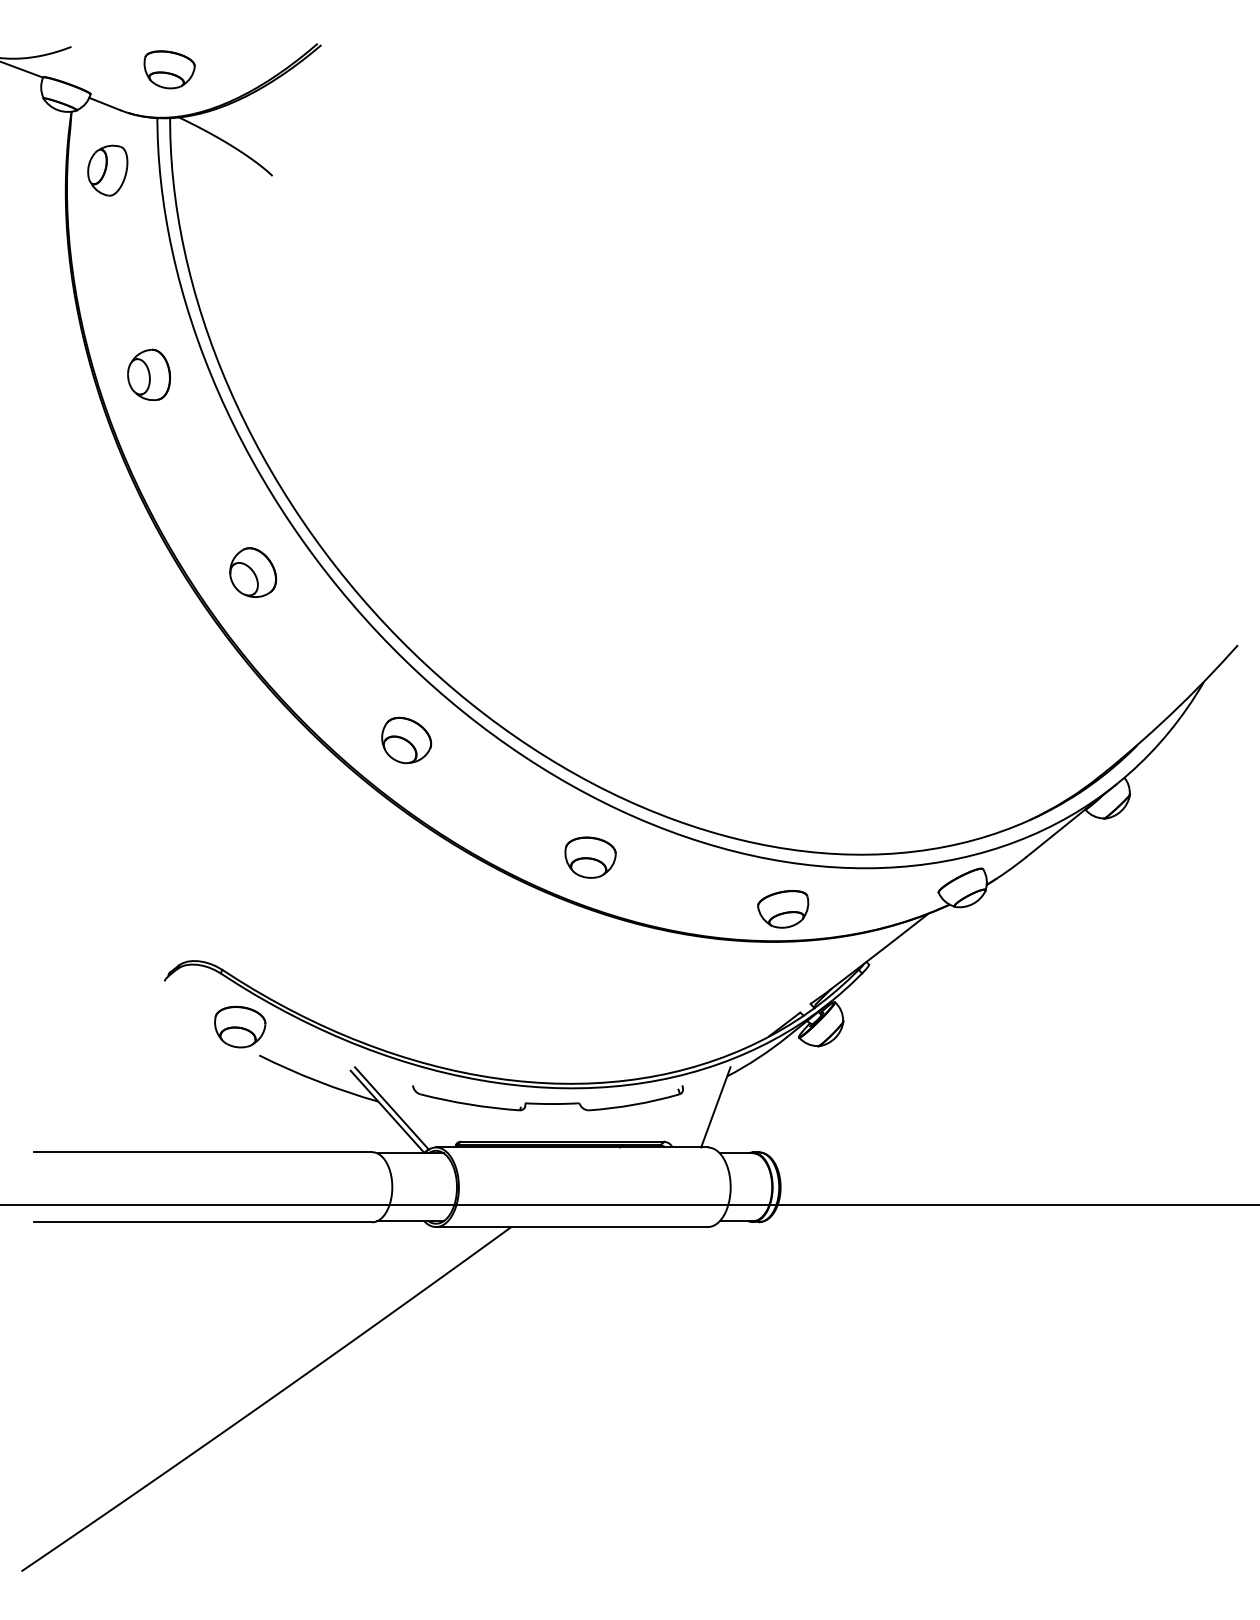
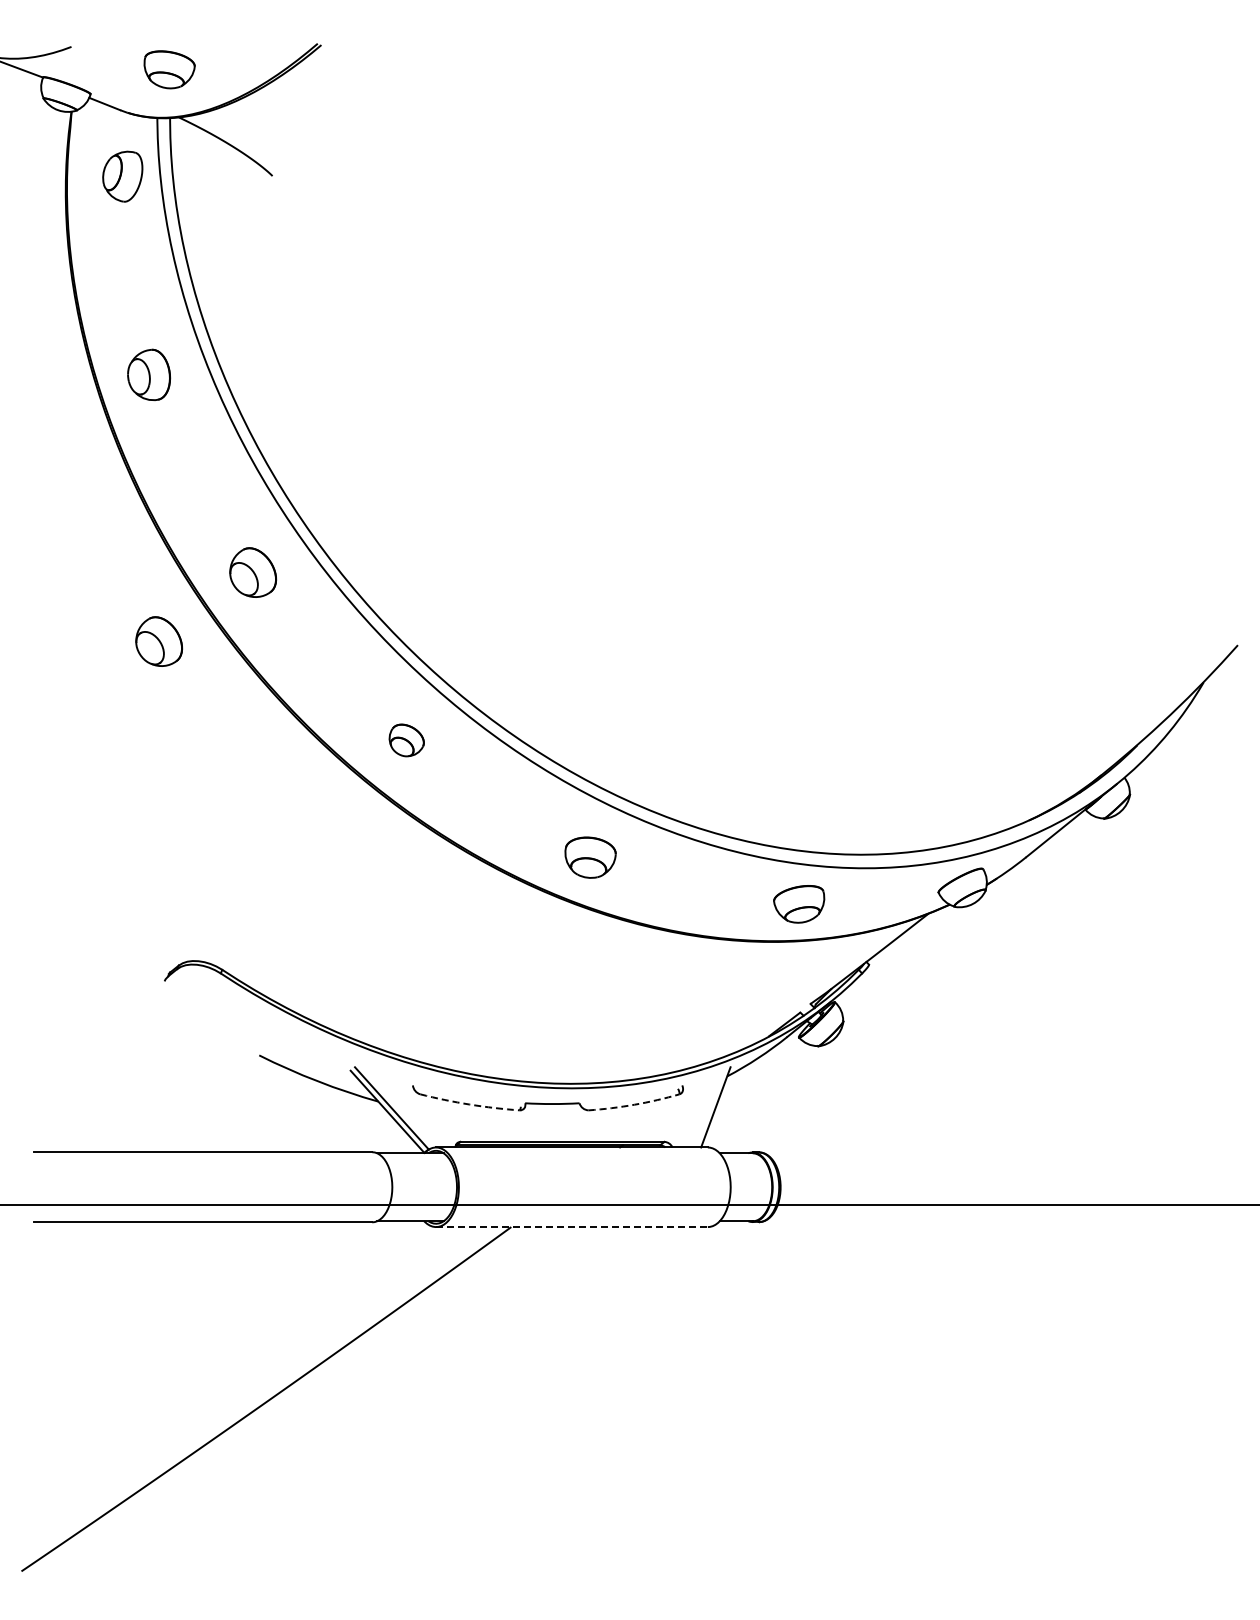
part at (107, 170) position: (107, 170) -> (122, 176)
part at (159, 641): none -> present
part at (406, 740) size: 52x49 px -> 37x35 px
part at (783, 909) position: (783, 909) -> (799, 904)
part at (240, 1026): present -> none
arc at (469, 1104): solid -> dashed
arc at (634, 1104): solid -> dashed
line at (571, 1227): solid -> dashed
